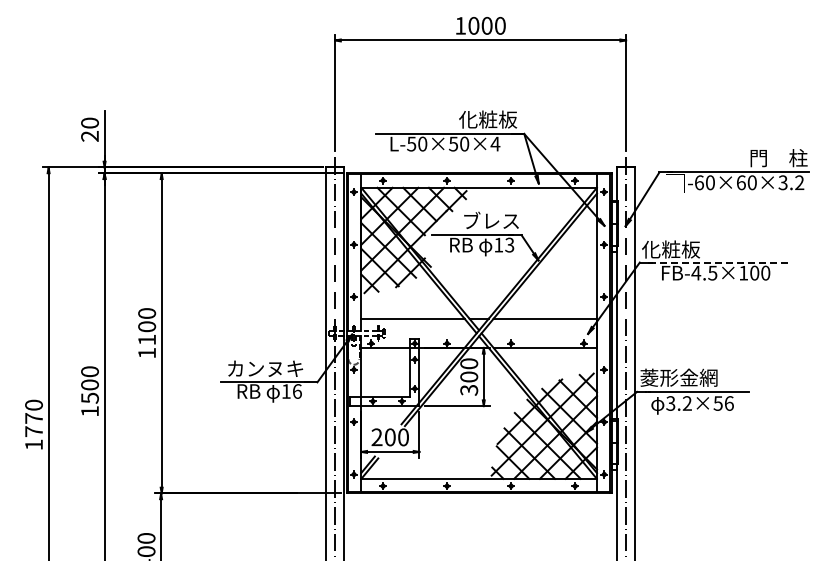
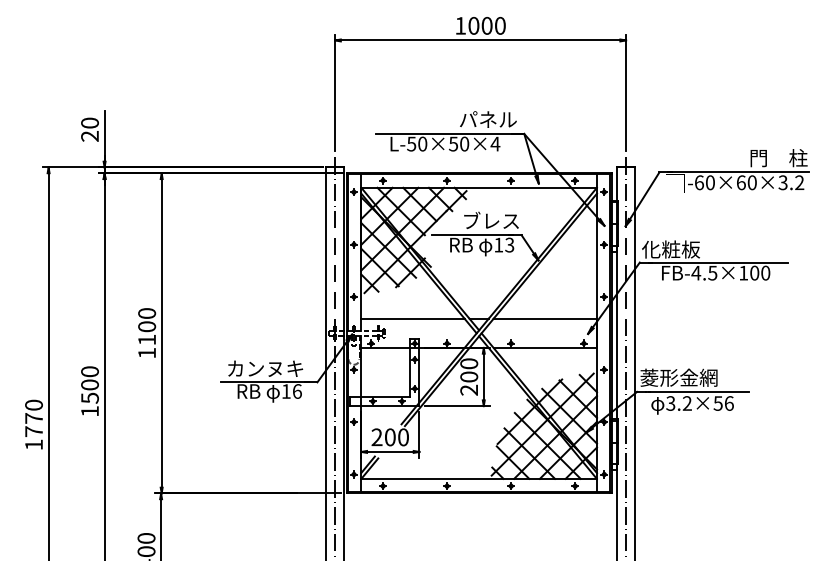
text at (488, 119): 化粧板 -> パネル
line at (718, 262): dashed -> solid
text at (469, 389): 300 -> 200
